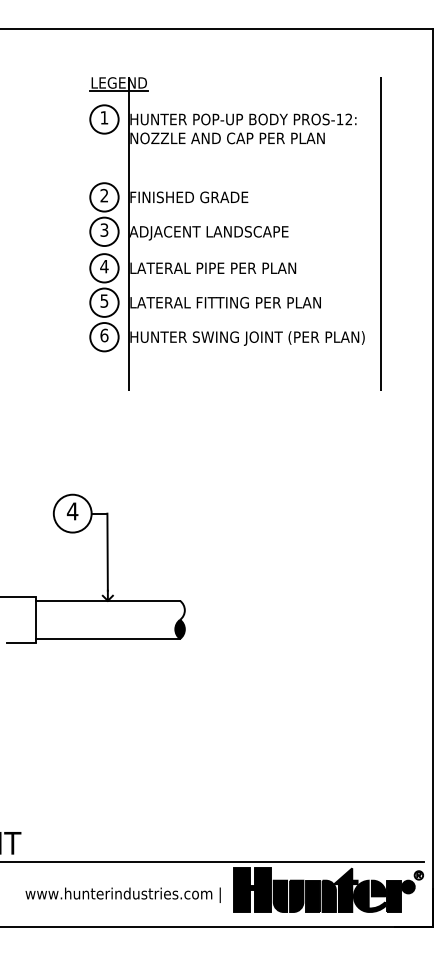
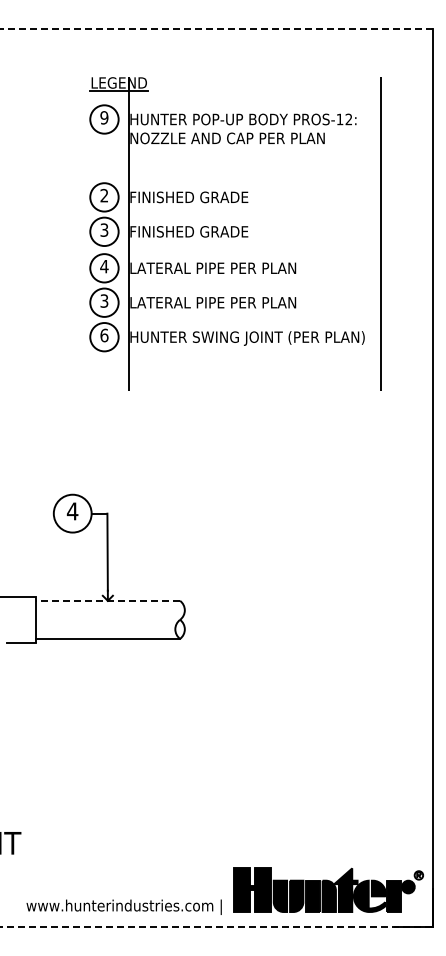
line at (216, 28): solid -> dashed
text at (104, 117): 1 -> 9
text at (209, 233): ADJACENT LANDSCAPE -> FINISHED GRADE
text at (104, 300): 5 -> 3
text at (259, 302): LATERAL FITTING PER PLAN -> LATERAL PIPE PER PLAN
line at (107, 600): solid -> dashed
fill at (179, 628): present -> none
line at (212, 862): present -> none
text at (122, 894) position: (122, 894) -> (123, 906)
line at (216, 927): solid -> dashed
